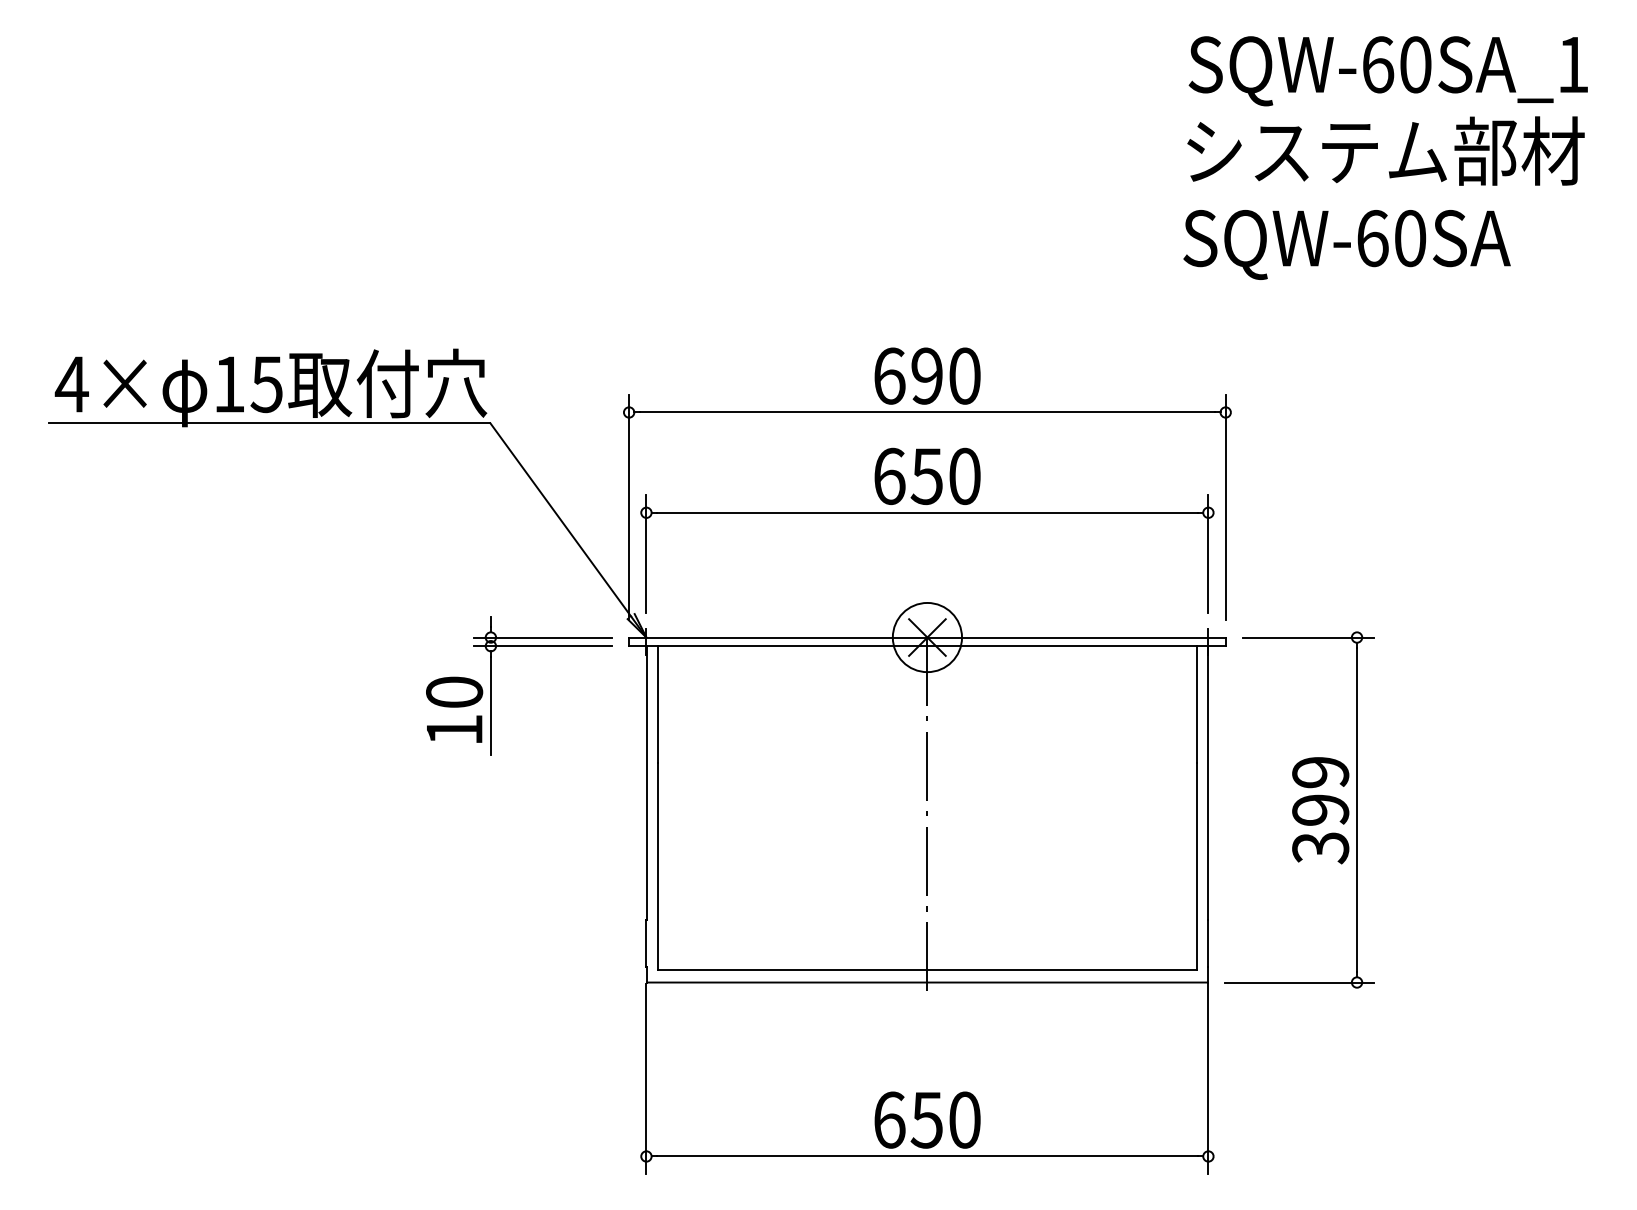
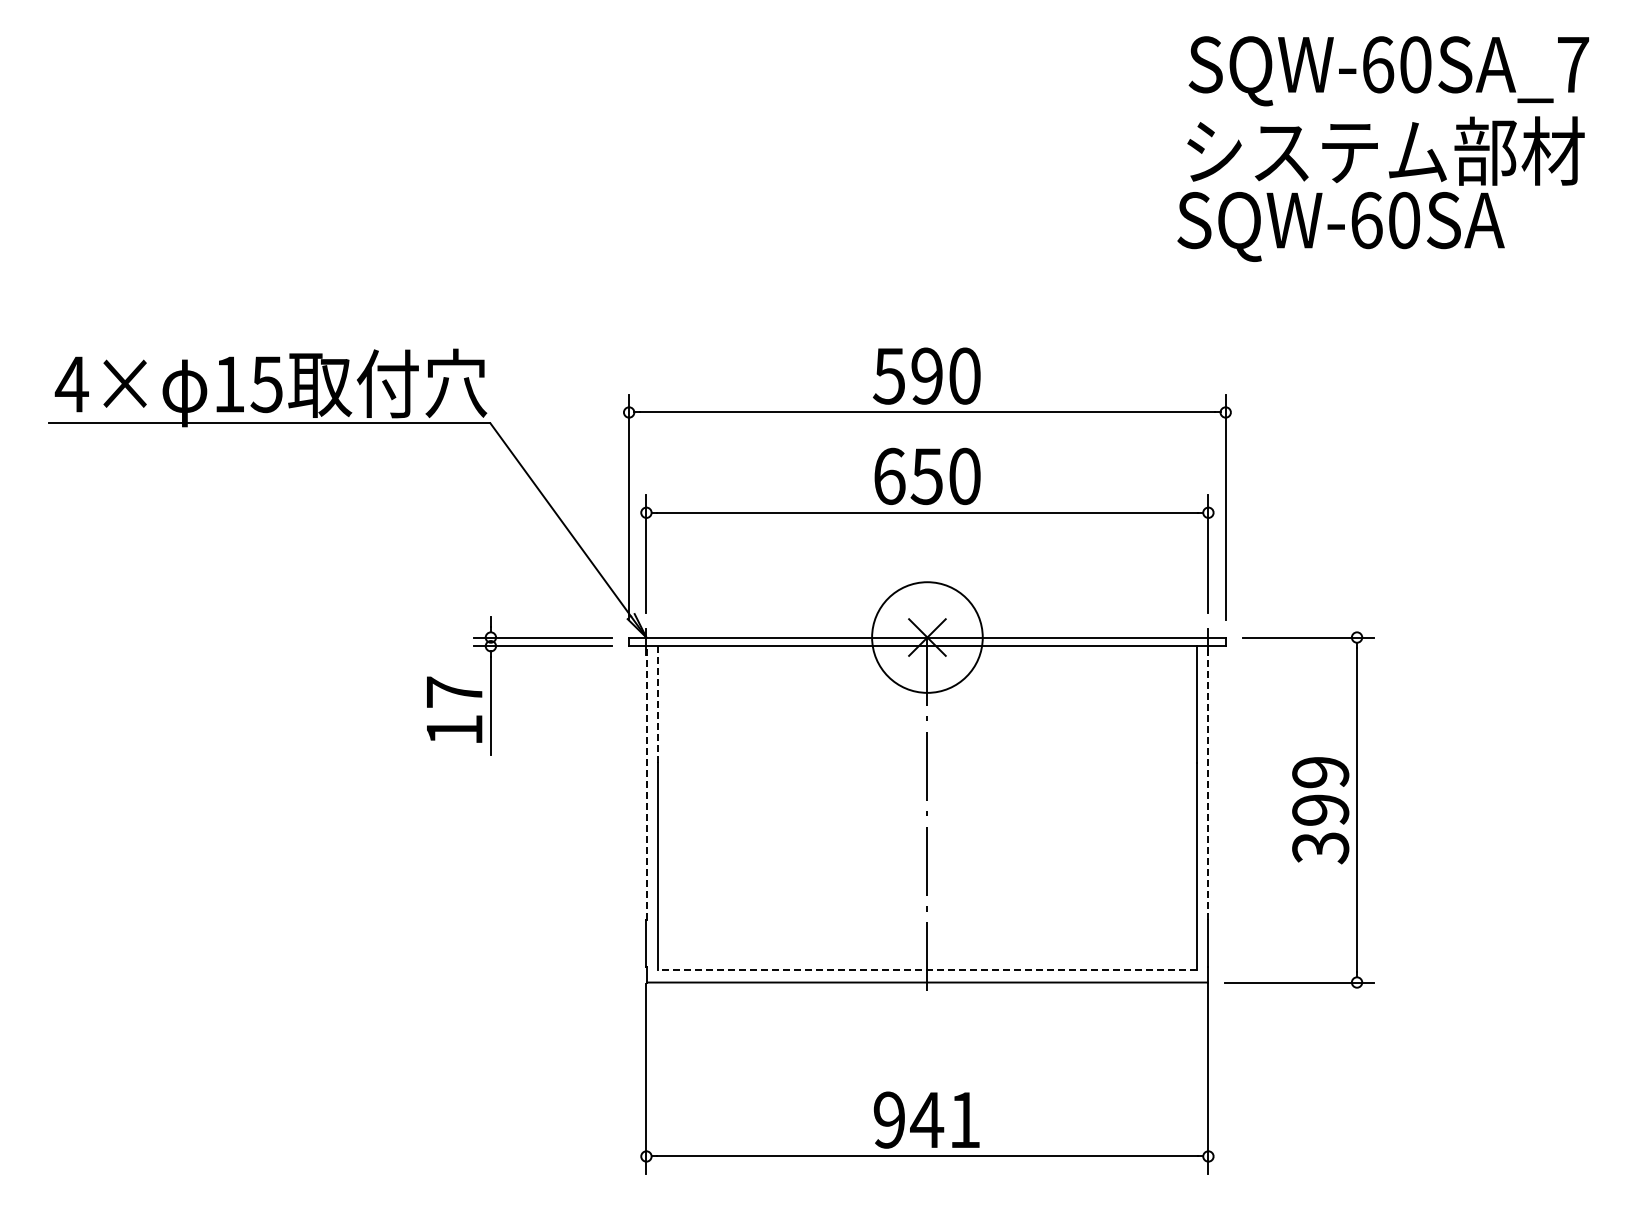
text at (1573, 64): SQW-60SA_1 -> SQW-60SA_7
text at (1346, 244) position: (1346, 244) -> (1340, 226)
text at (888, 375): 690 -> 590
circle at (927, 637) diameter: 69 px -> 111 px
text at (454, 691): 10 -> 17
line at (658, 704): solid -> dashed
line at (647, 783): solid -> dashed
line at (1207, 783): solid -> dashed
line at (926, 970): solid -> dashed
text at (926, 1119): 650 -> 941
